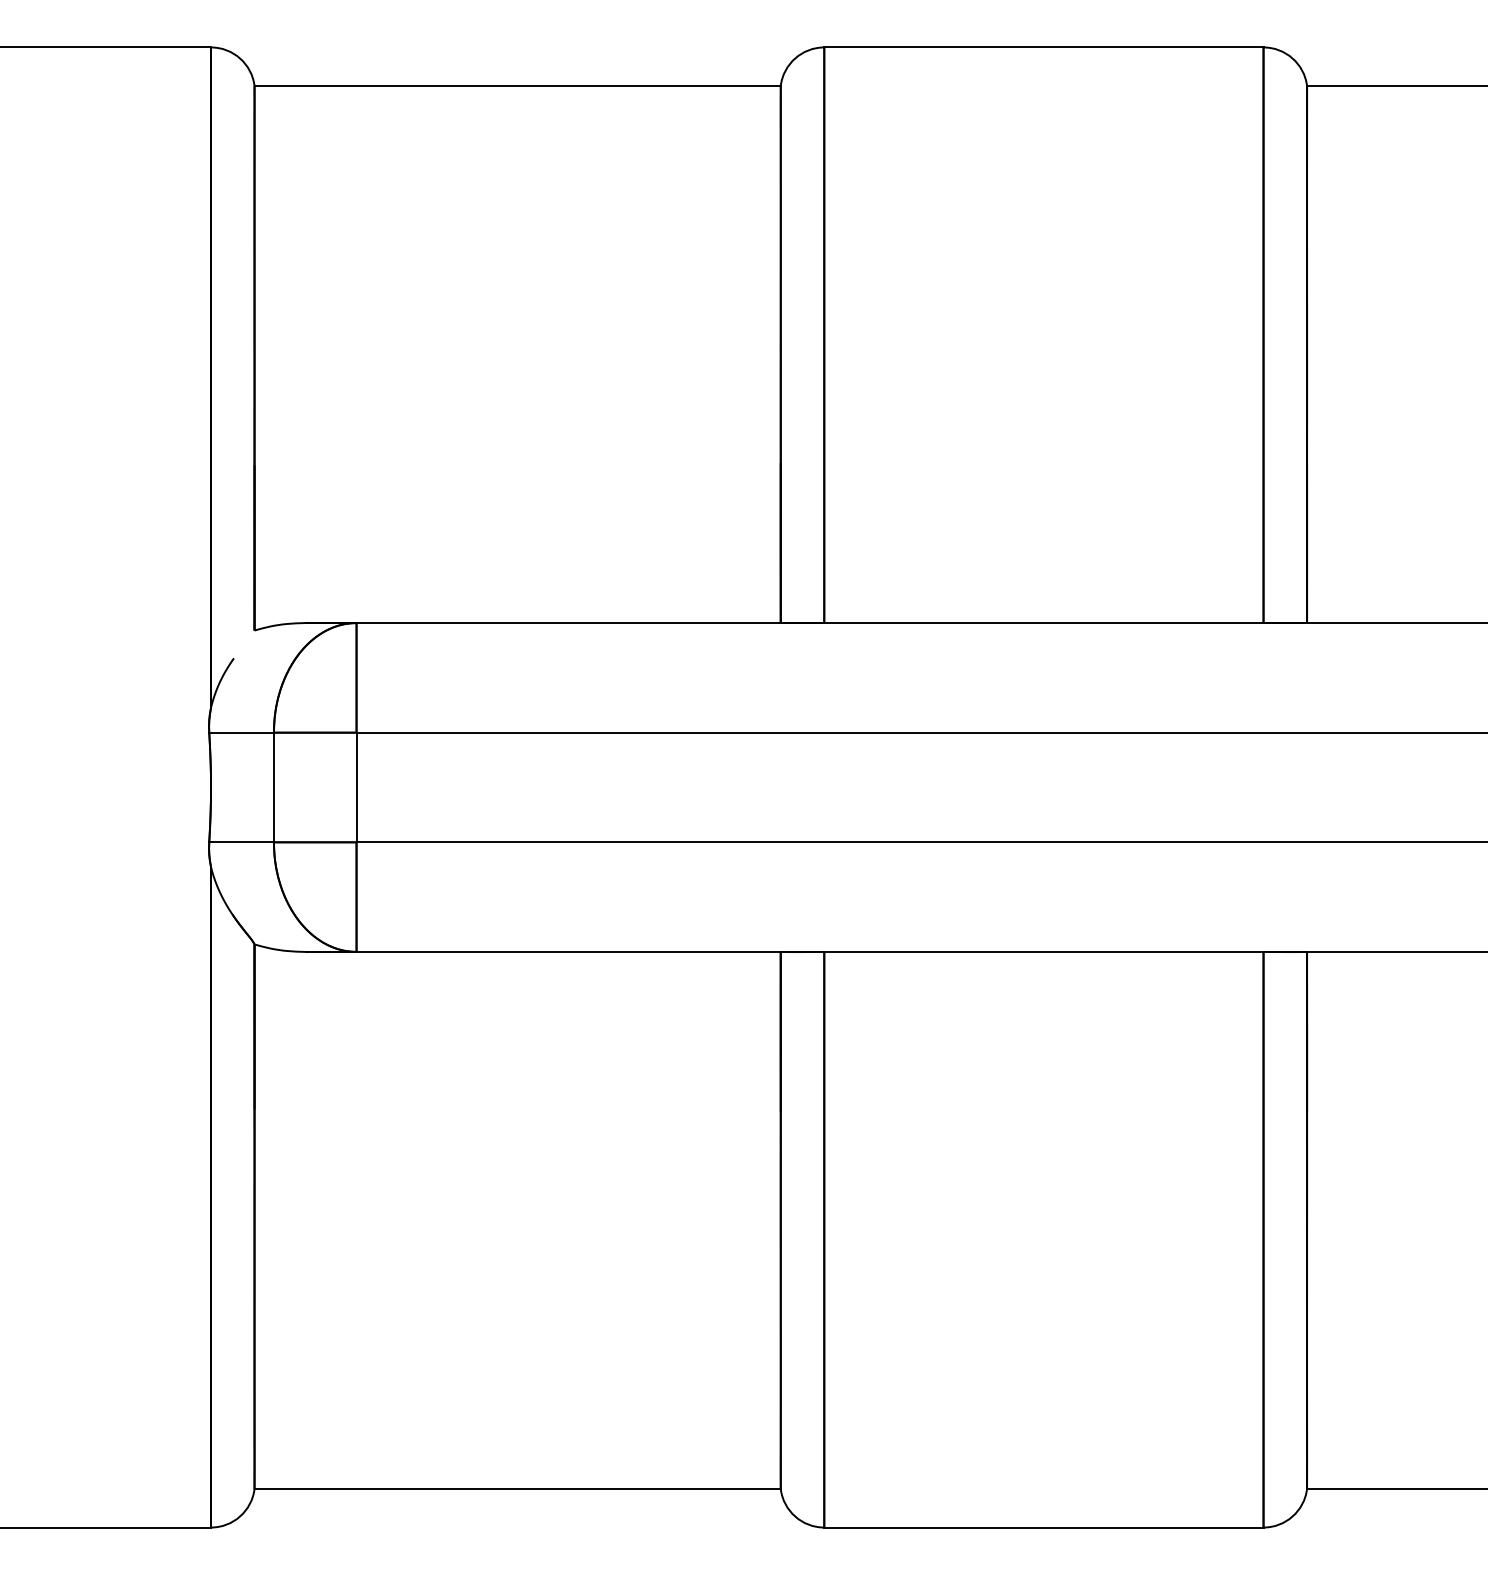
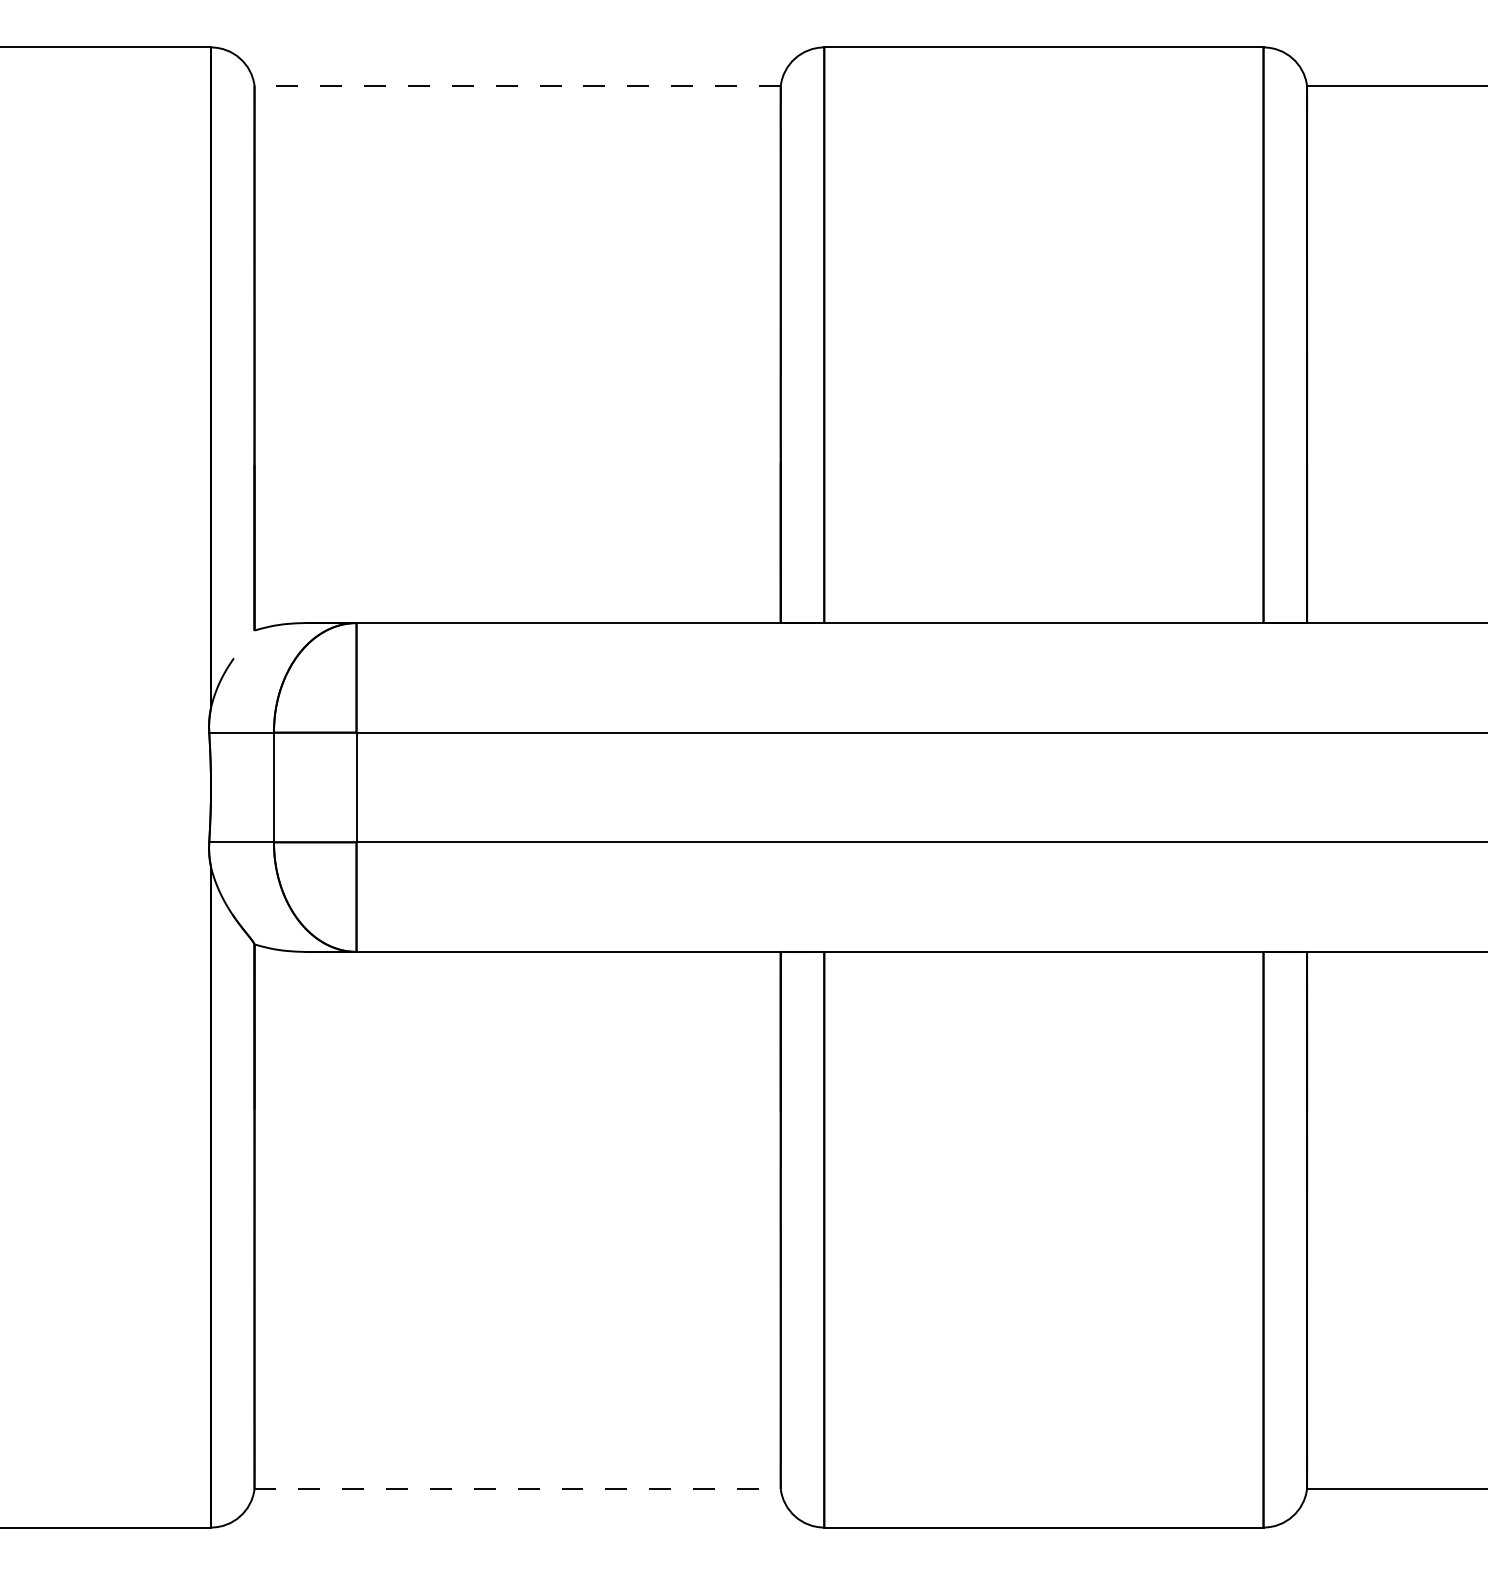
line at (517, 85): solid -> dashed
line at (518, 1489): solid -> dashed
